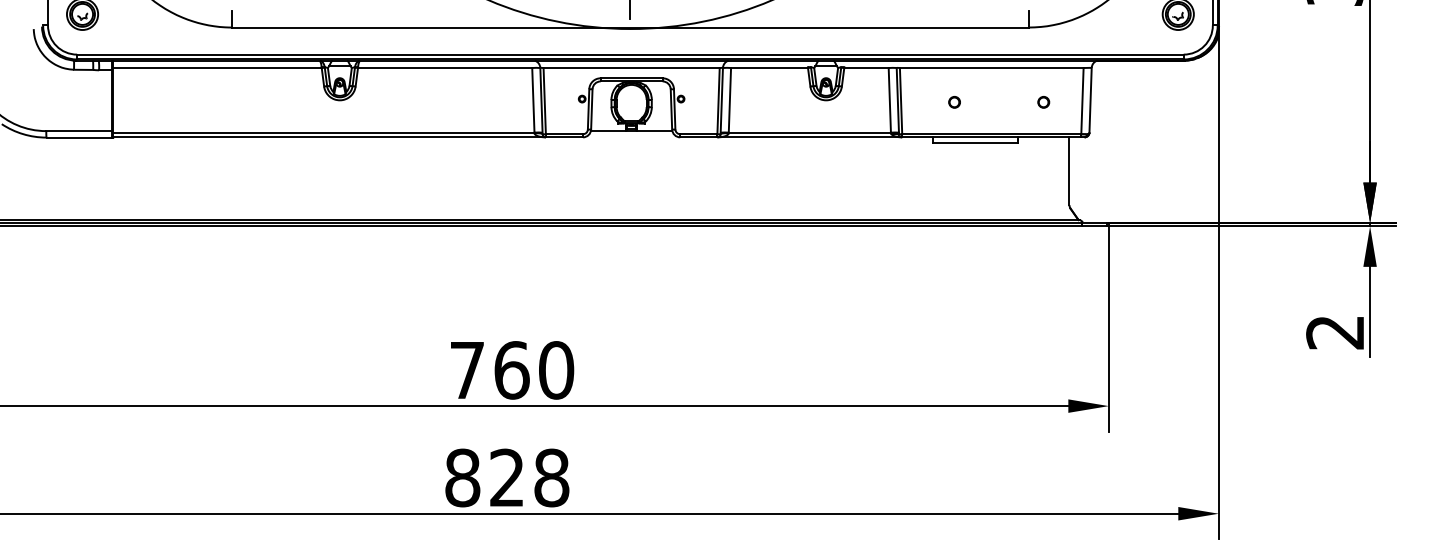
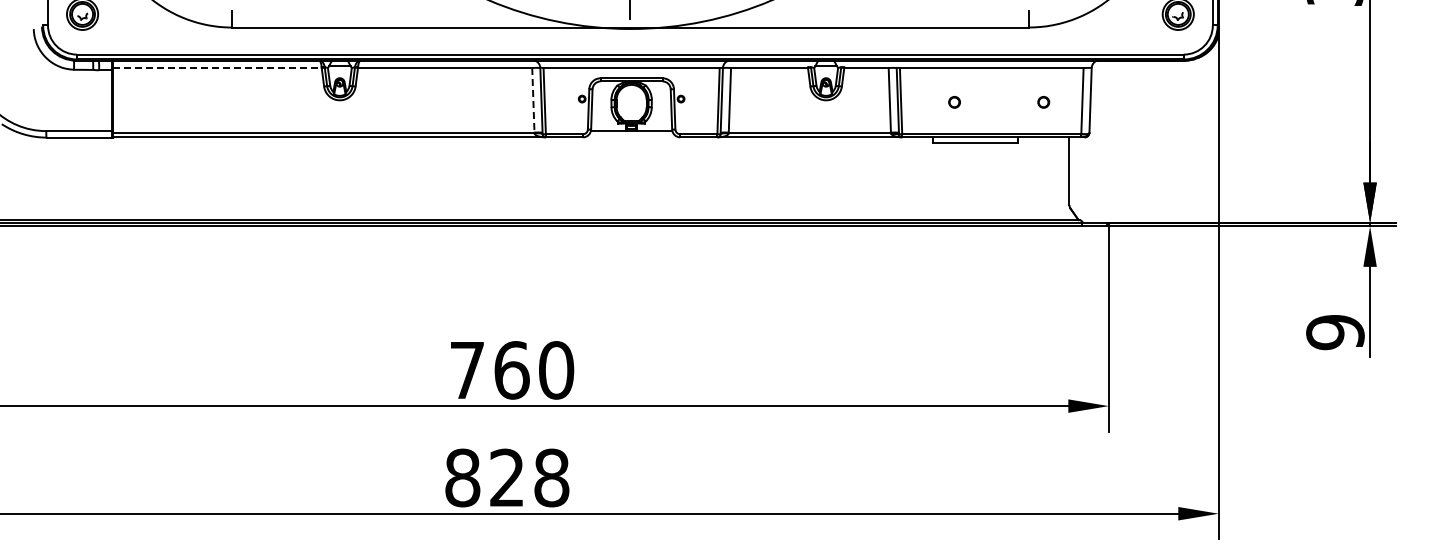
line at (217, 68): solid -> dashed
line at (533, 100): solid -> dashed
text at (1335, 332): 2 -> 9
